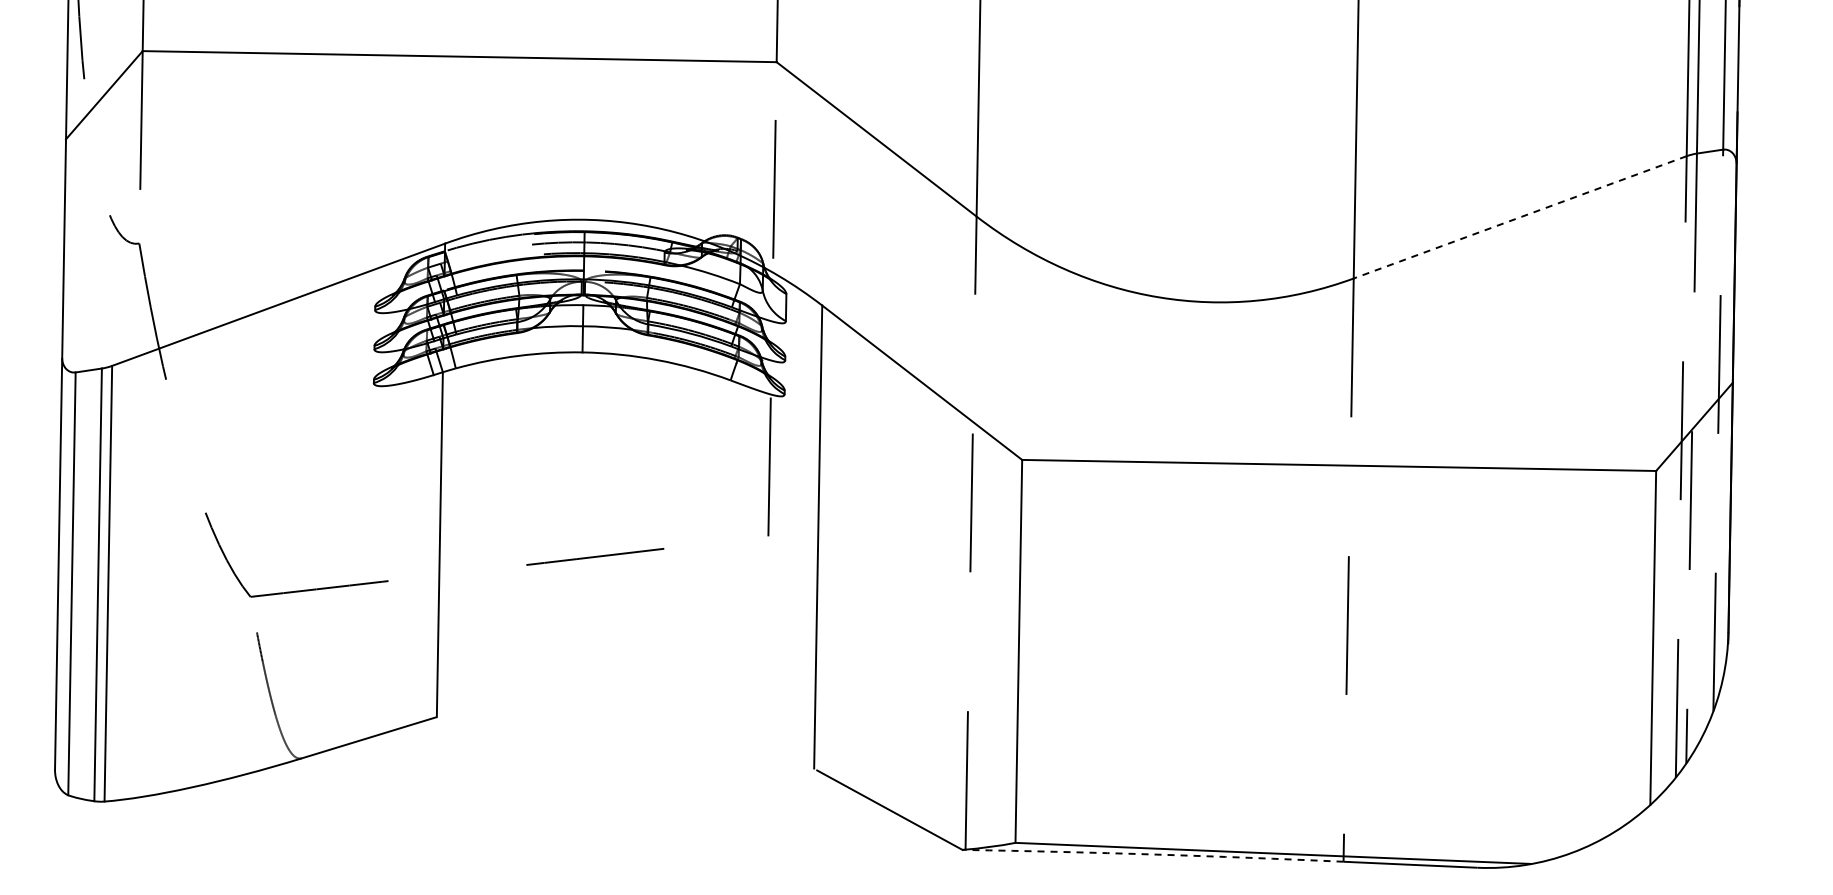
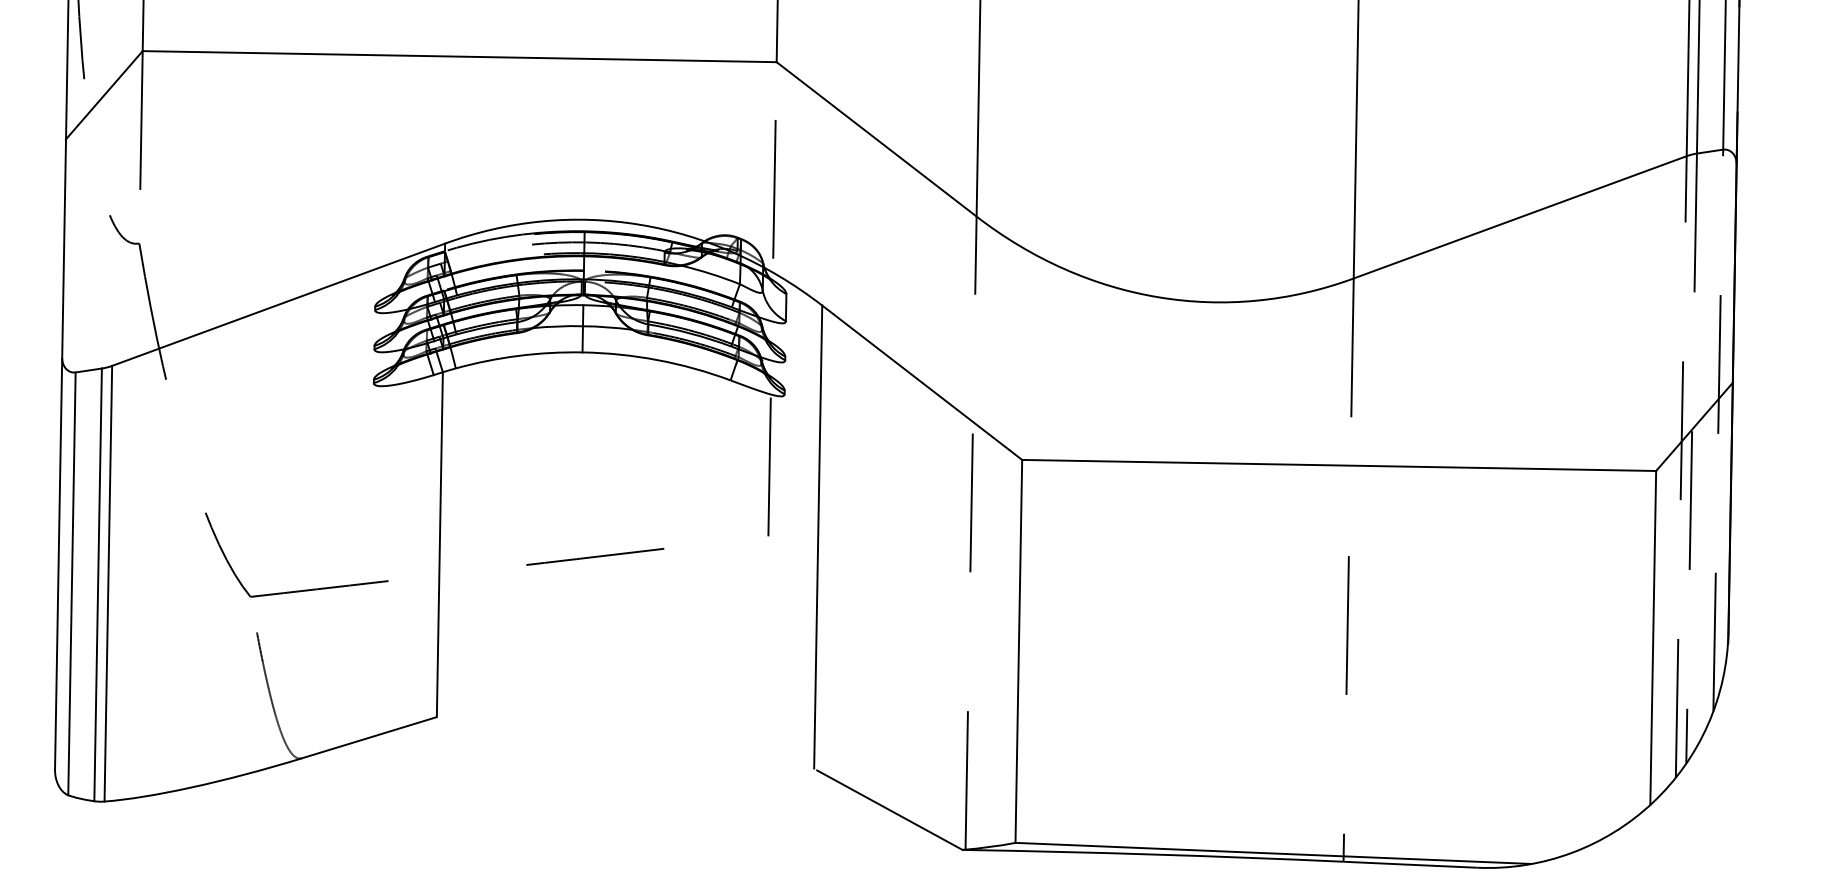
line at (1519, 217): dashed -> solid
arc at (1154, 854): dashed -> solid
